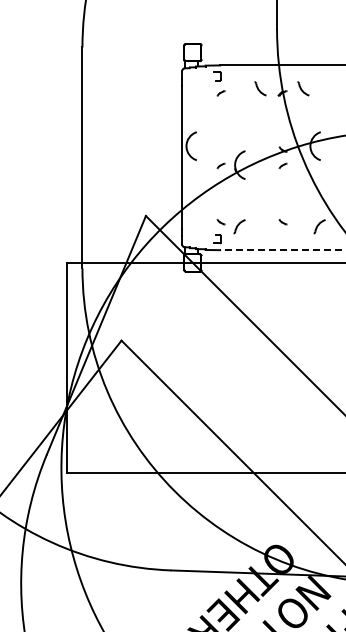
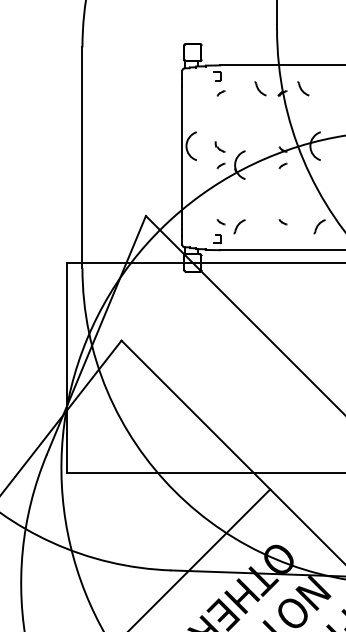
part at (219, 146): none -> present
line at (282, 250): dashed -> solid
line at (200, 558): none -> present
